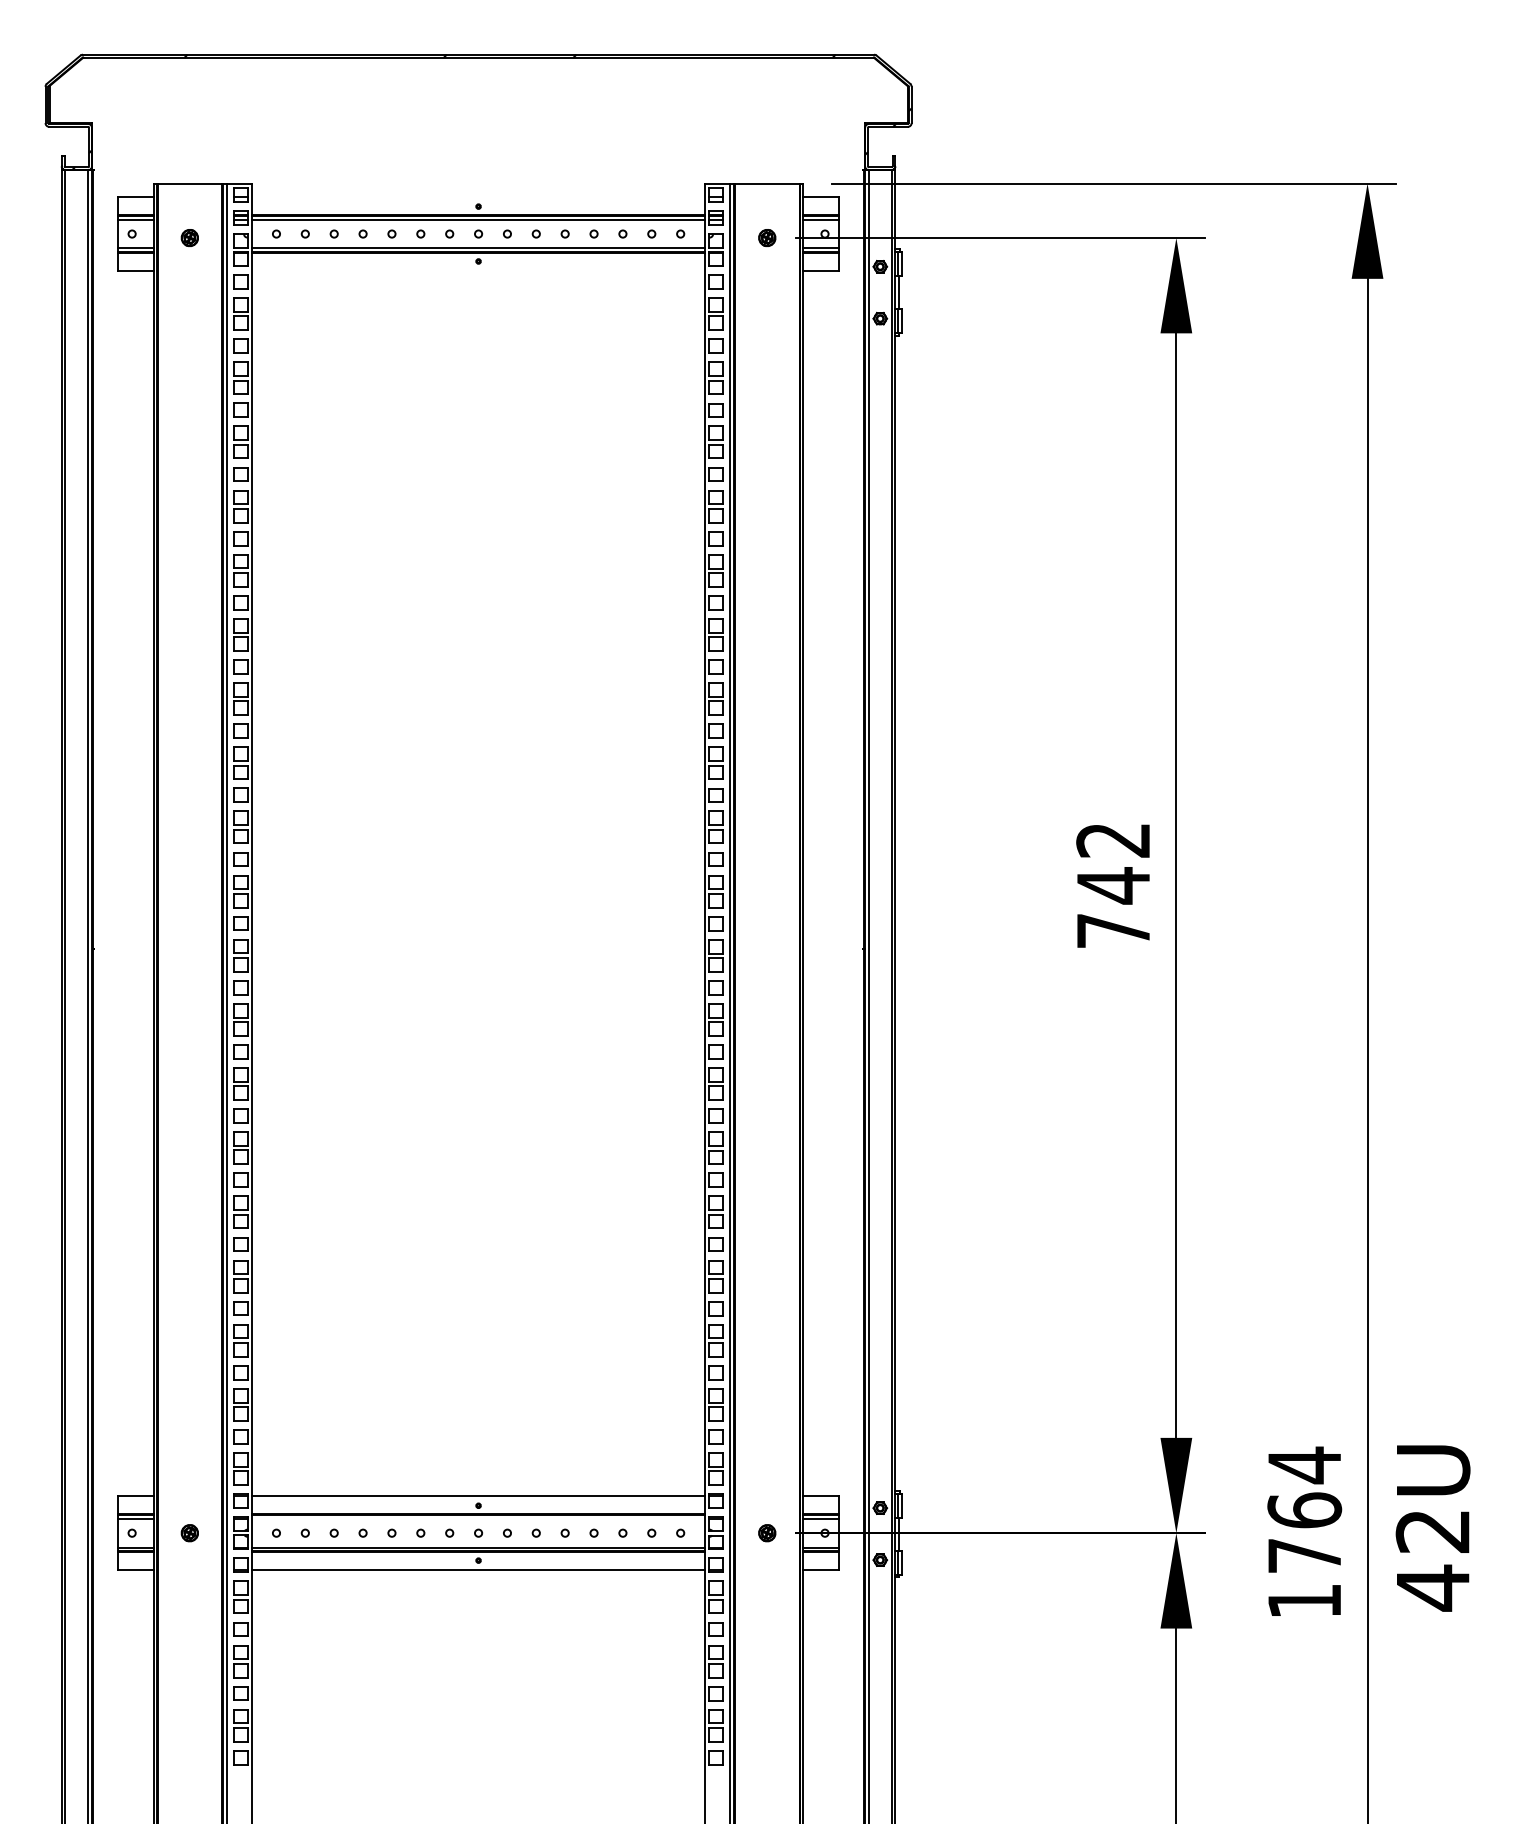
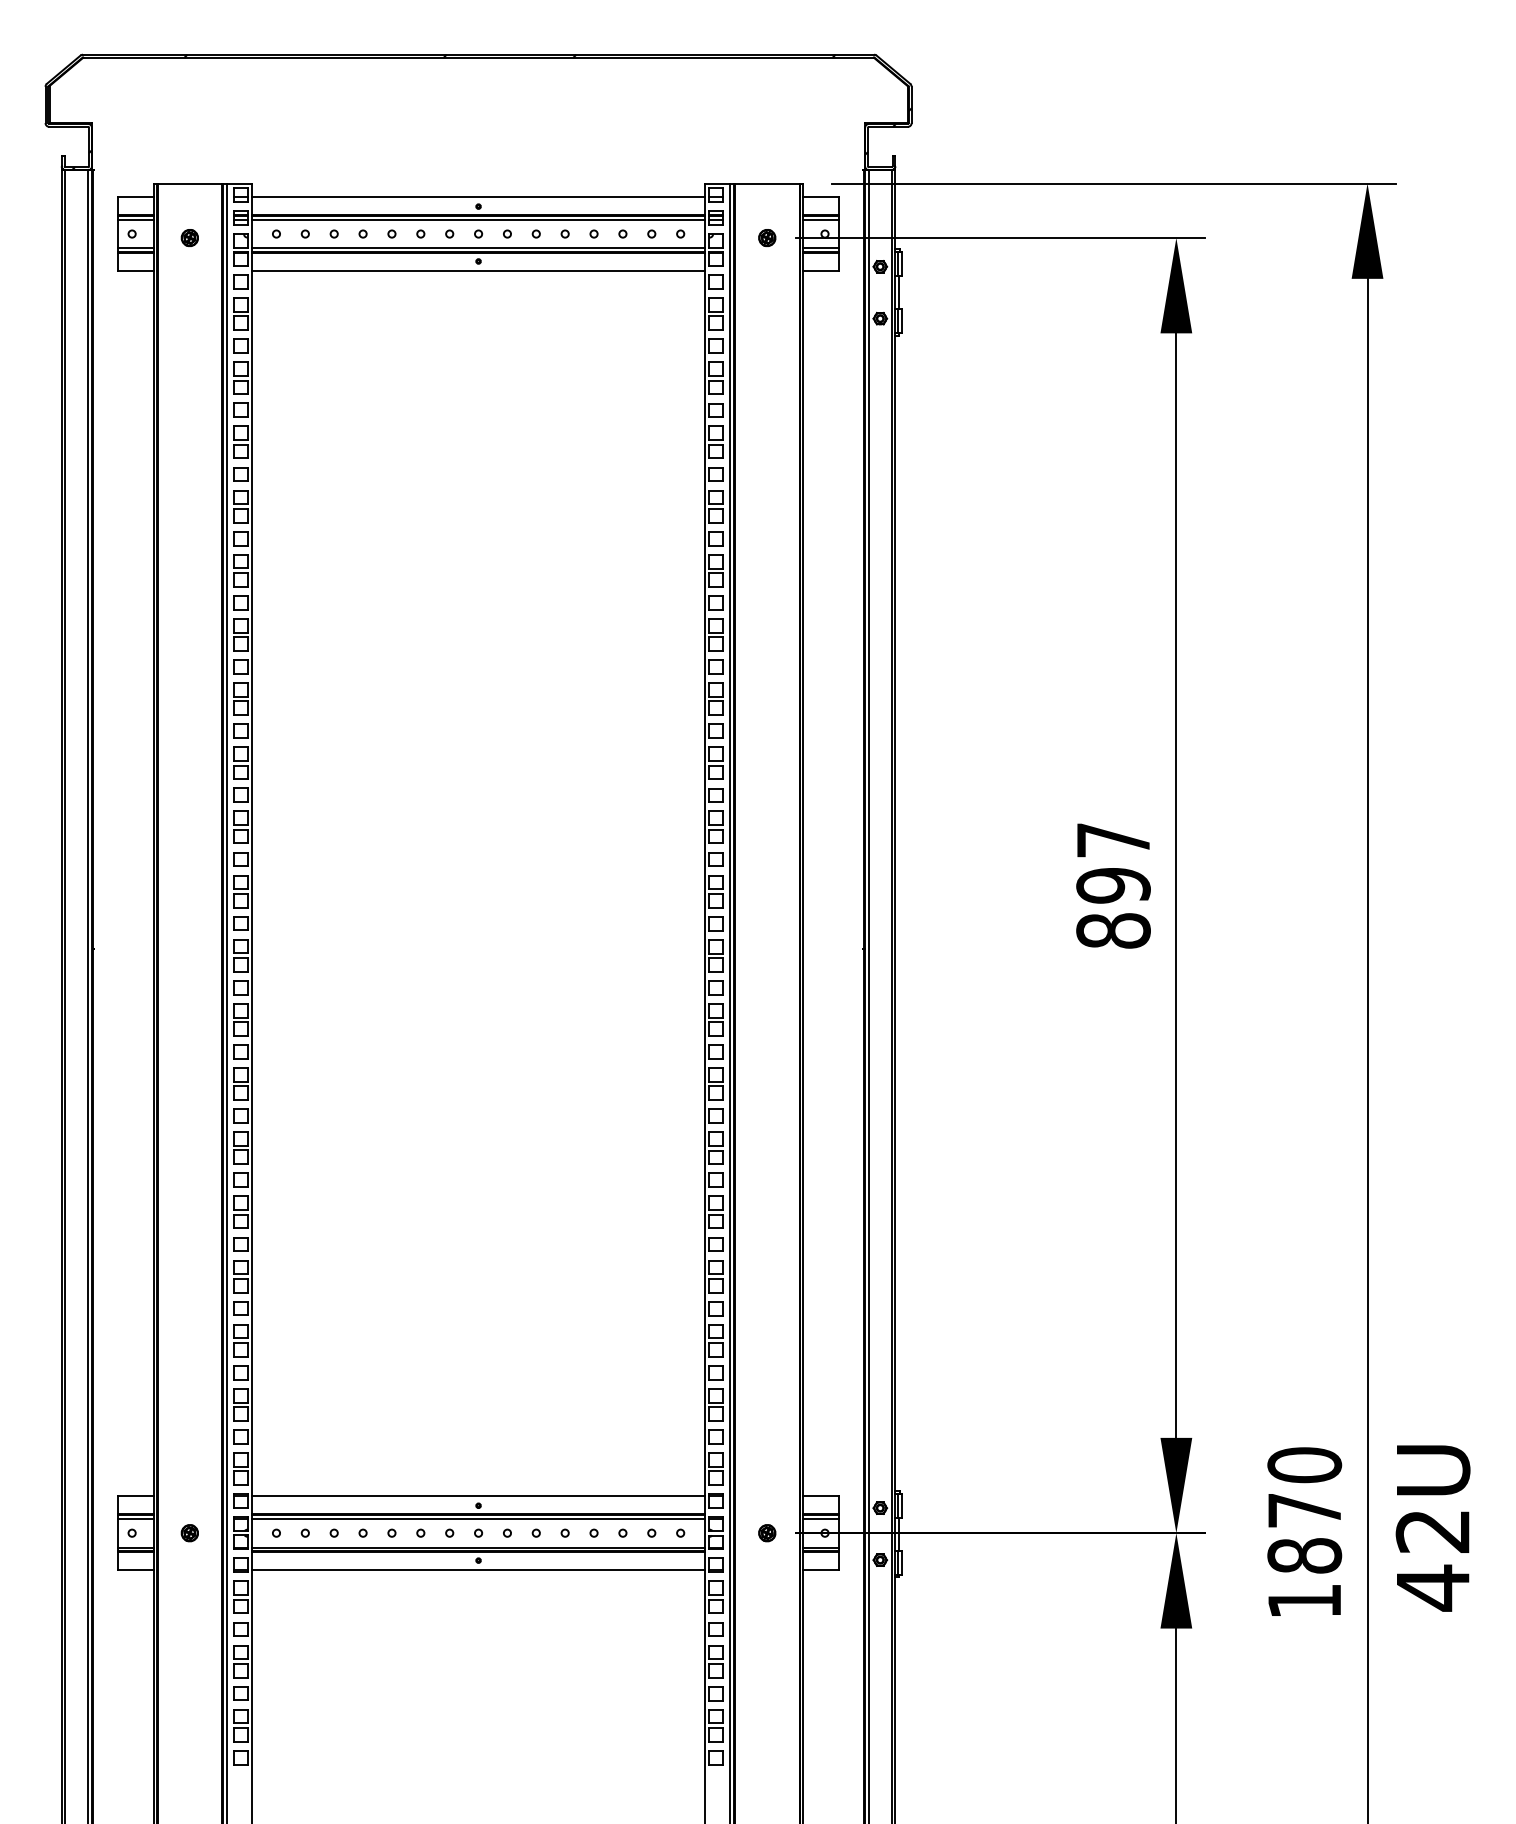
line at (478, 197): none -> present
line at (478, 270): none -> present
text at (1113, 885): 742 -> 897
text at (1304, 1509): 1764 -> 1870
line at (478, 1518): none -> present
